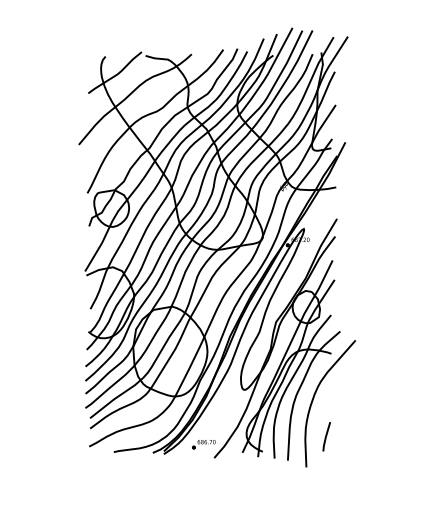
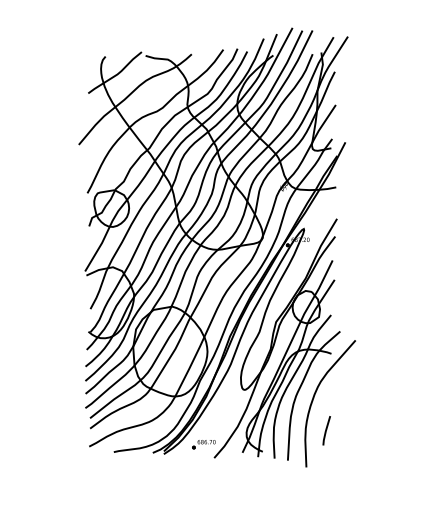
line at (326, 436) position: (326, 436) -> (326, 430)
